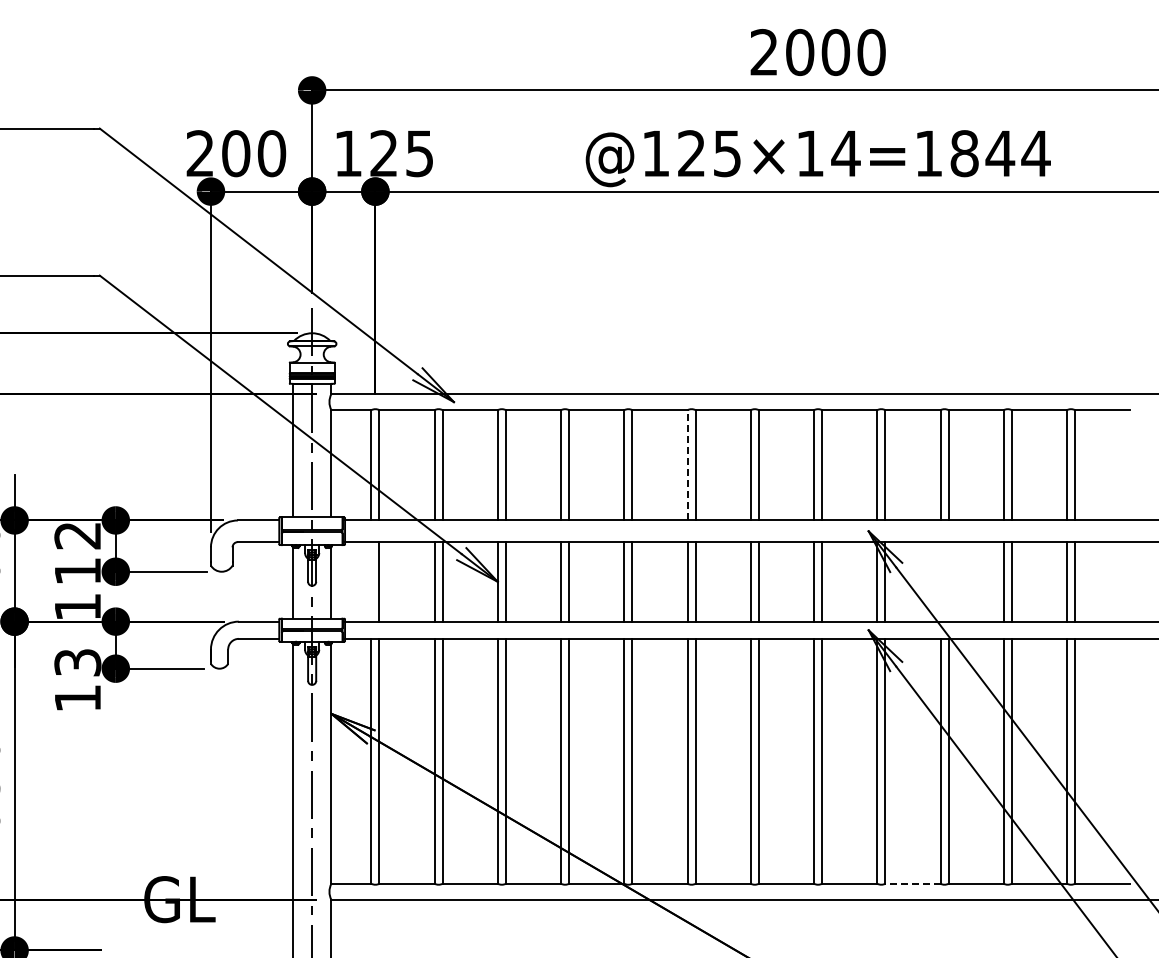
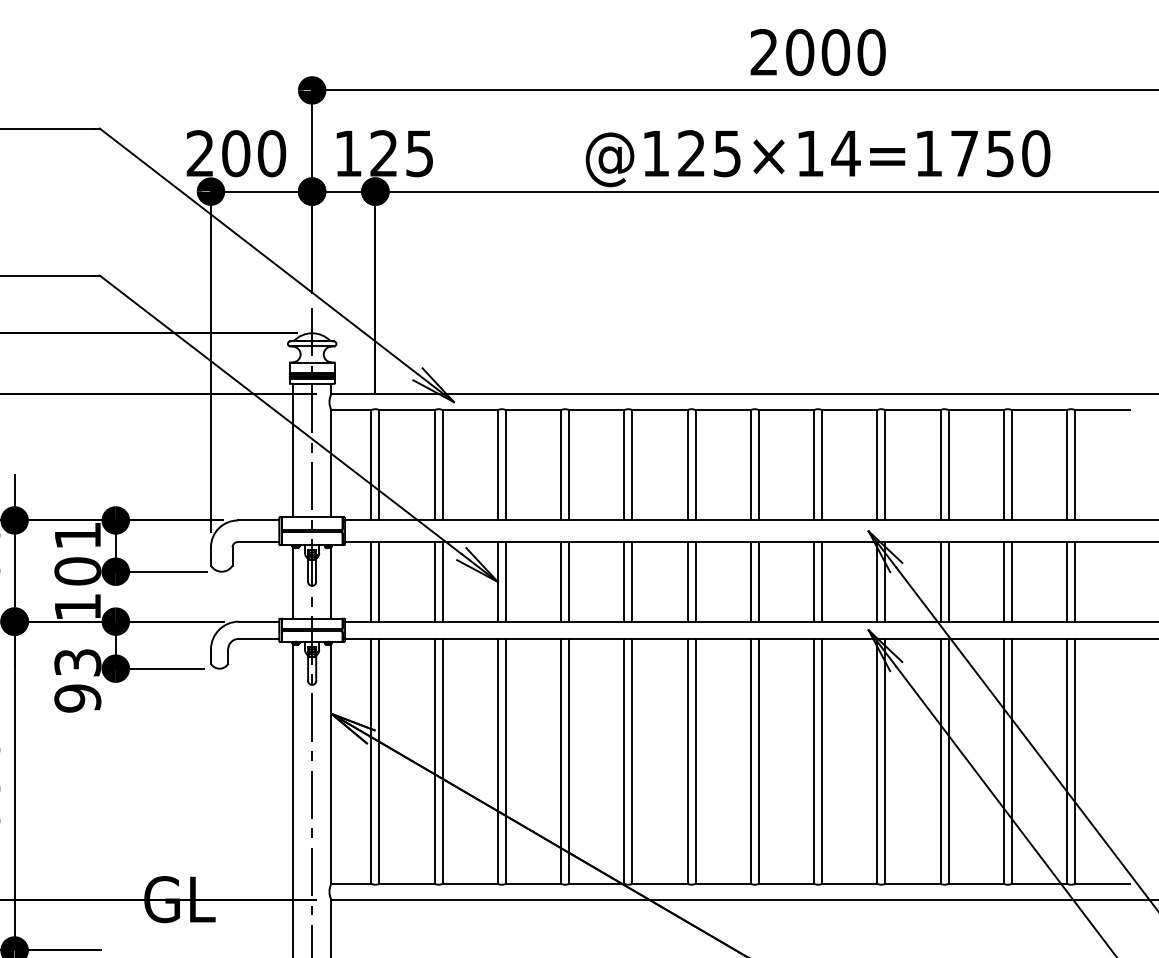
text at (1000, 153): @125×14=1844 -> @125×14=1750
line at (687, 464): dashed -> solid
text at (77, 554): 112 -> 101
line at (371, 581): none -> present
line at (940, 581): none -> present
line at (948, 581): none -> present
text at (77, 698): 13 -> 93
line at (912, 883): dashed -> solid
